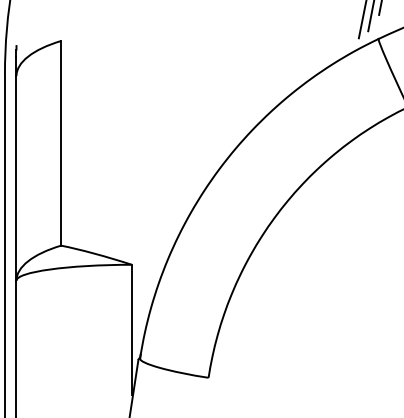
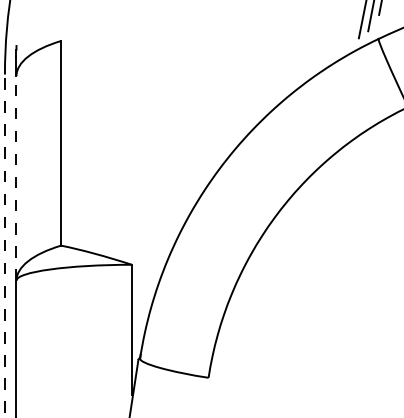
line at (16, 177): solid -> dashed
line at (4, 245): solid -> dashed
